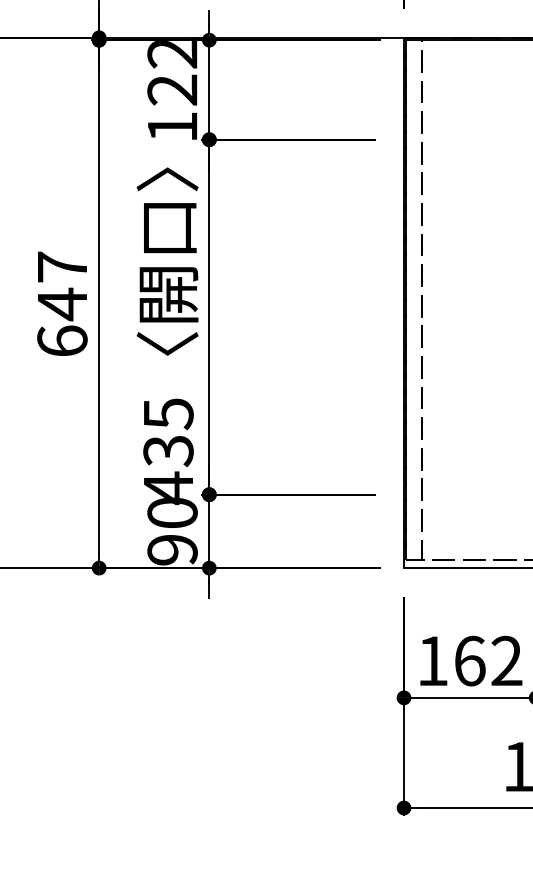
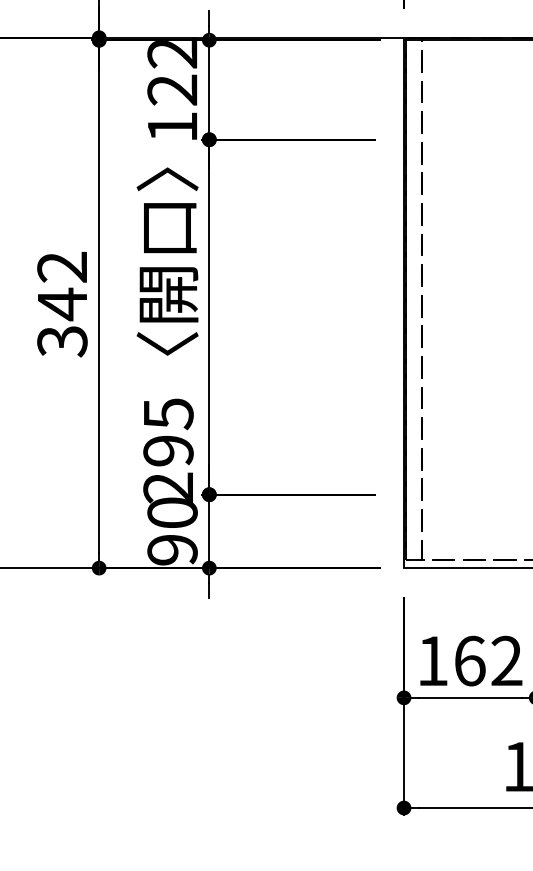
text at (62, 304): 647 -> 342
text at (168, 469): 435 -> 295
